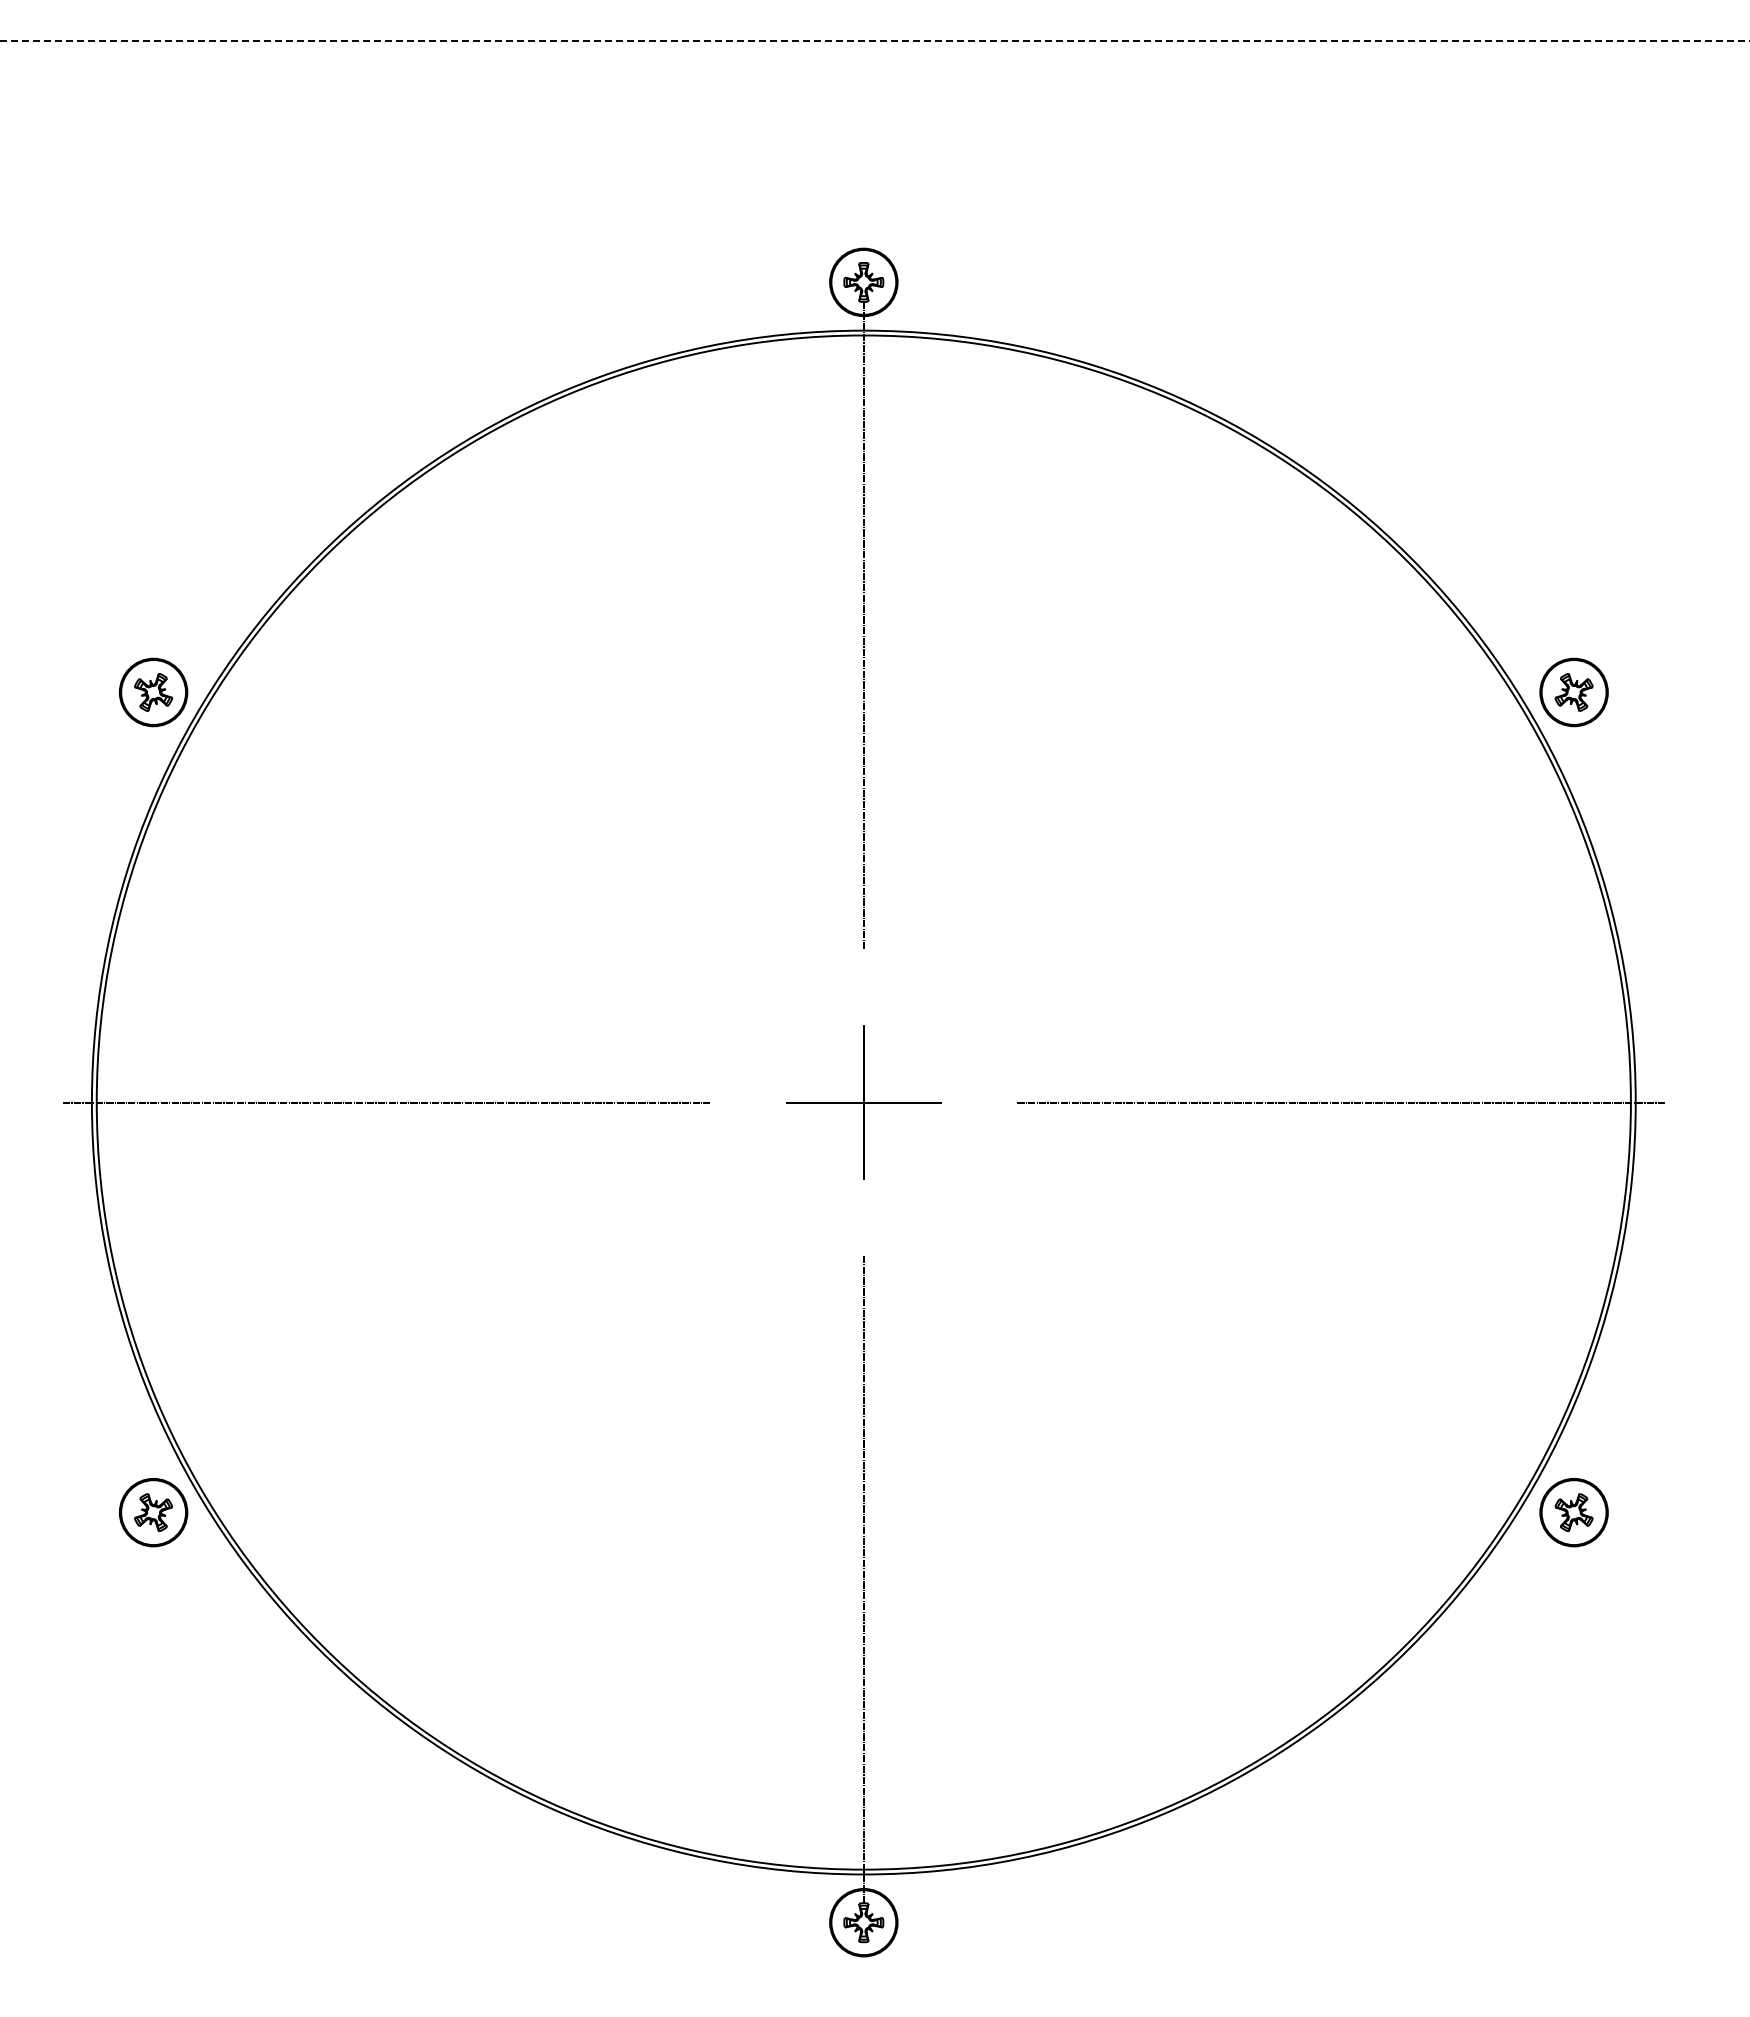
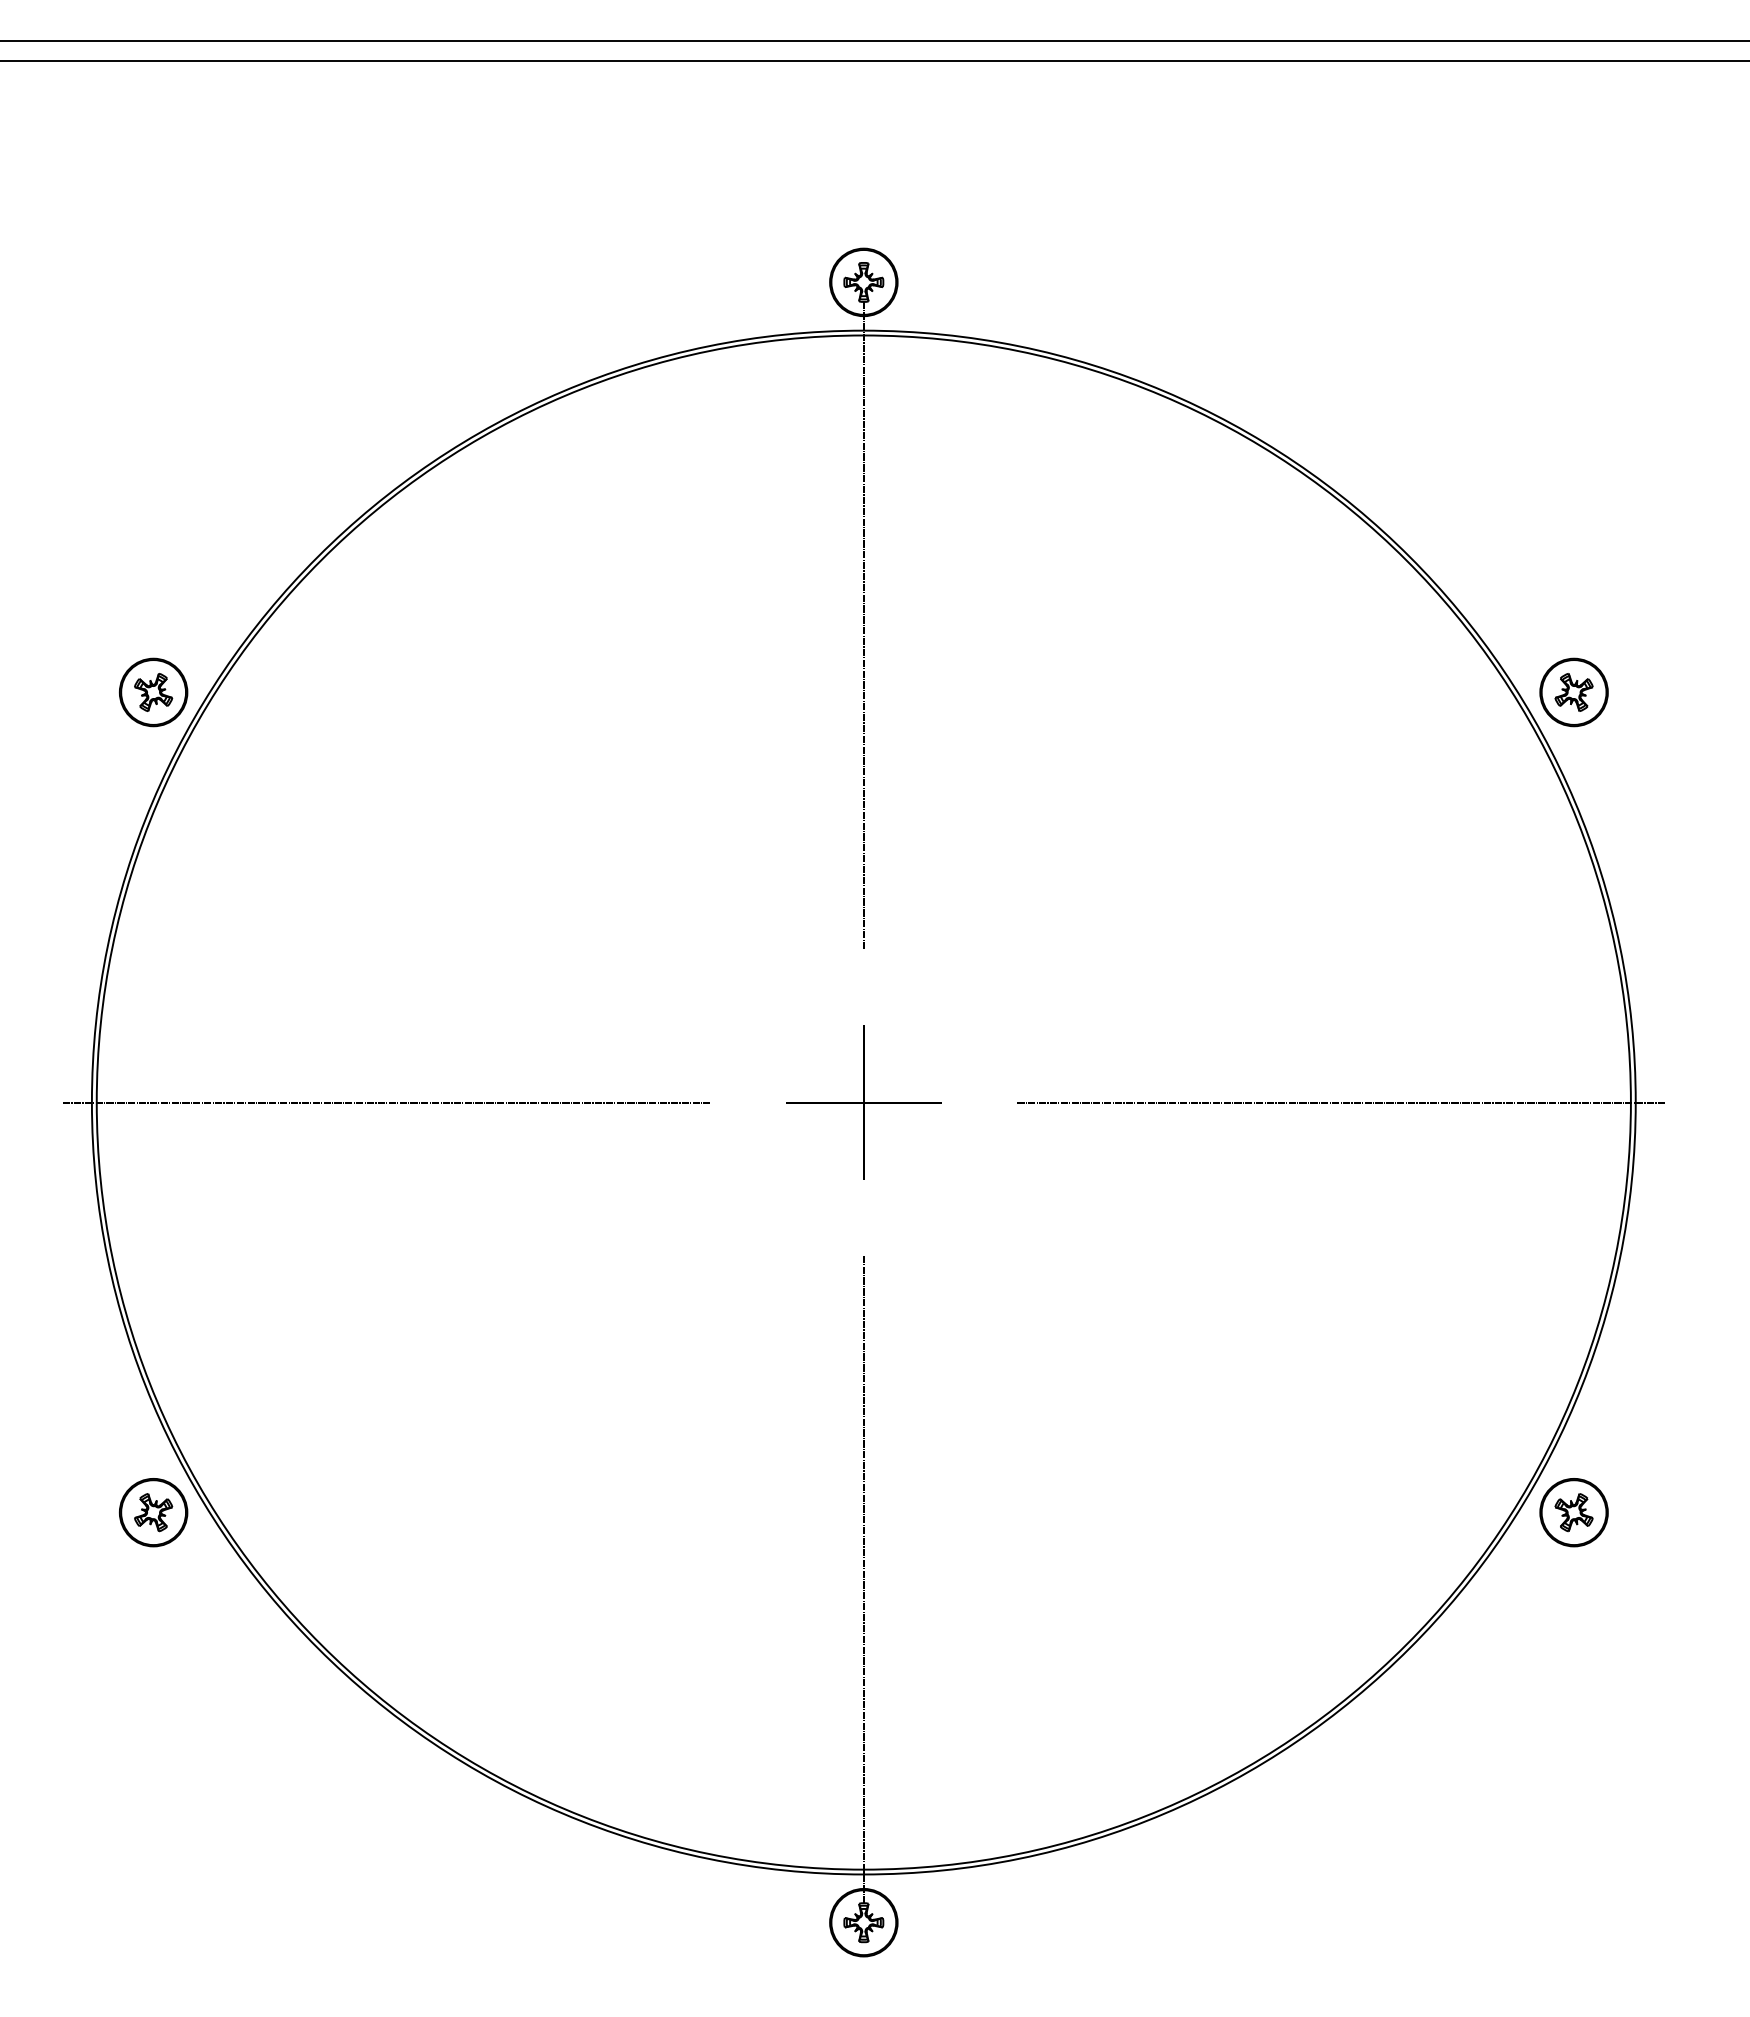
line at (875, 41): dashed -> solid
line at (874, 60): none -> present
